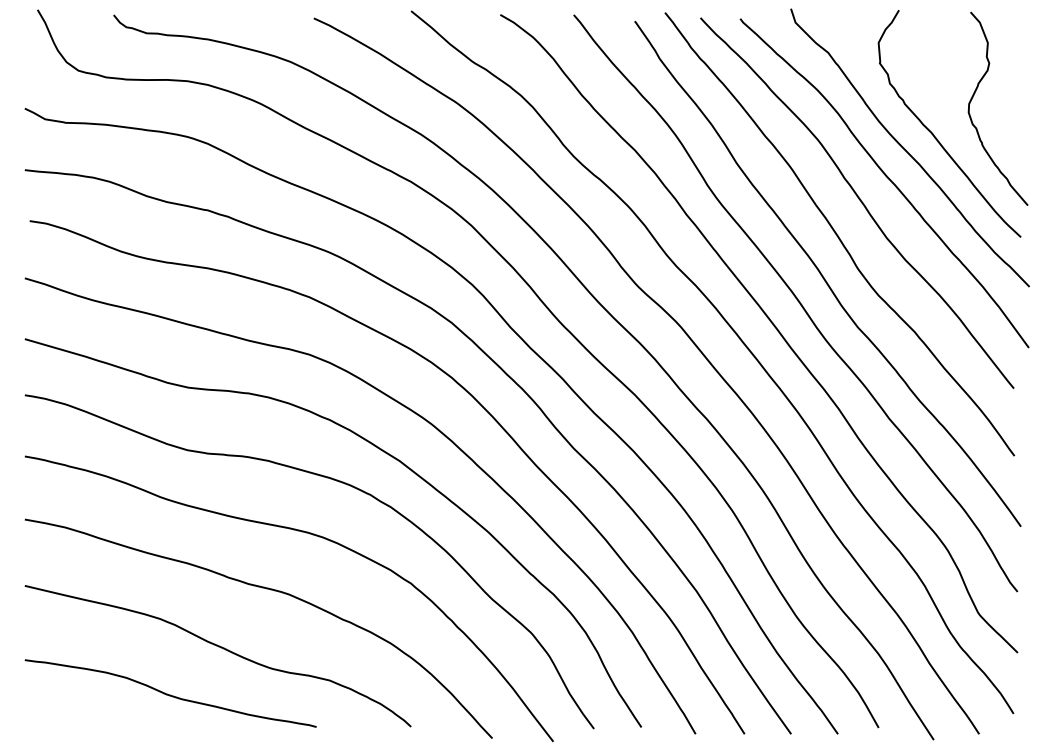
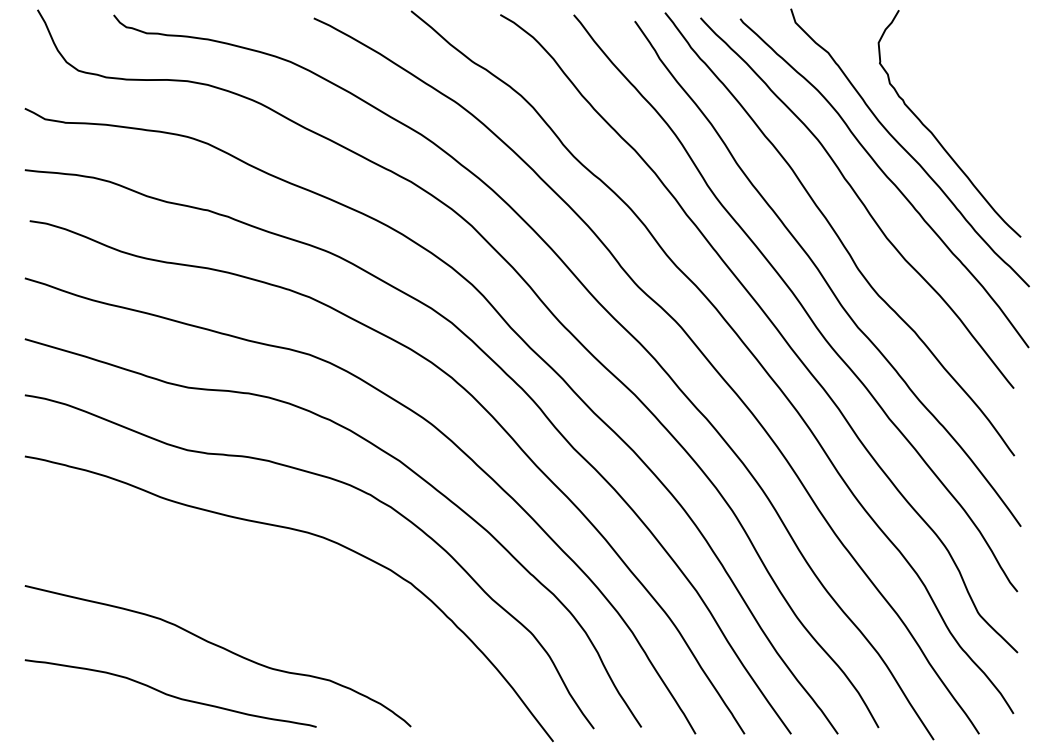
curve at (973, 97): present -> none
curve at (266, 589): present -> none
